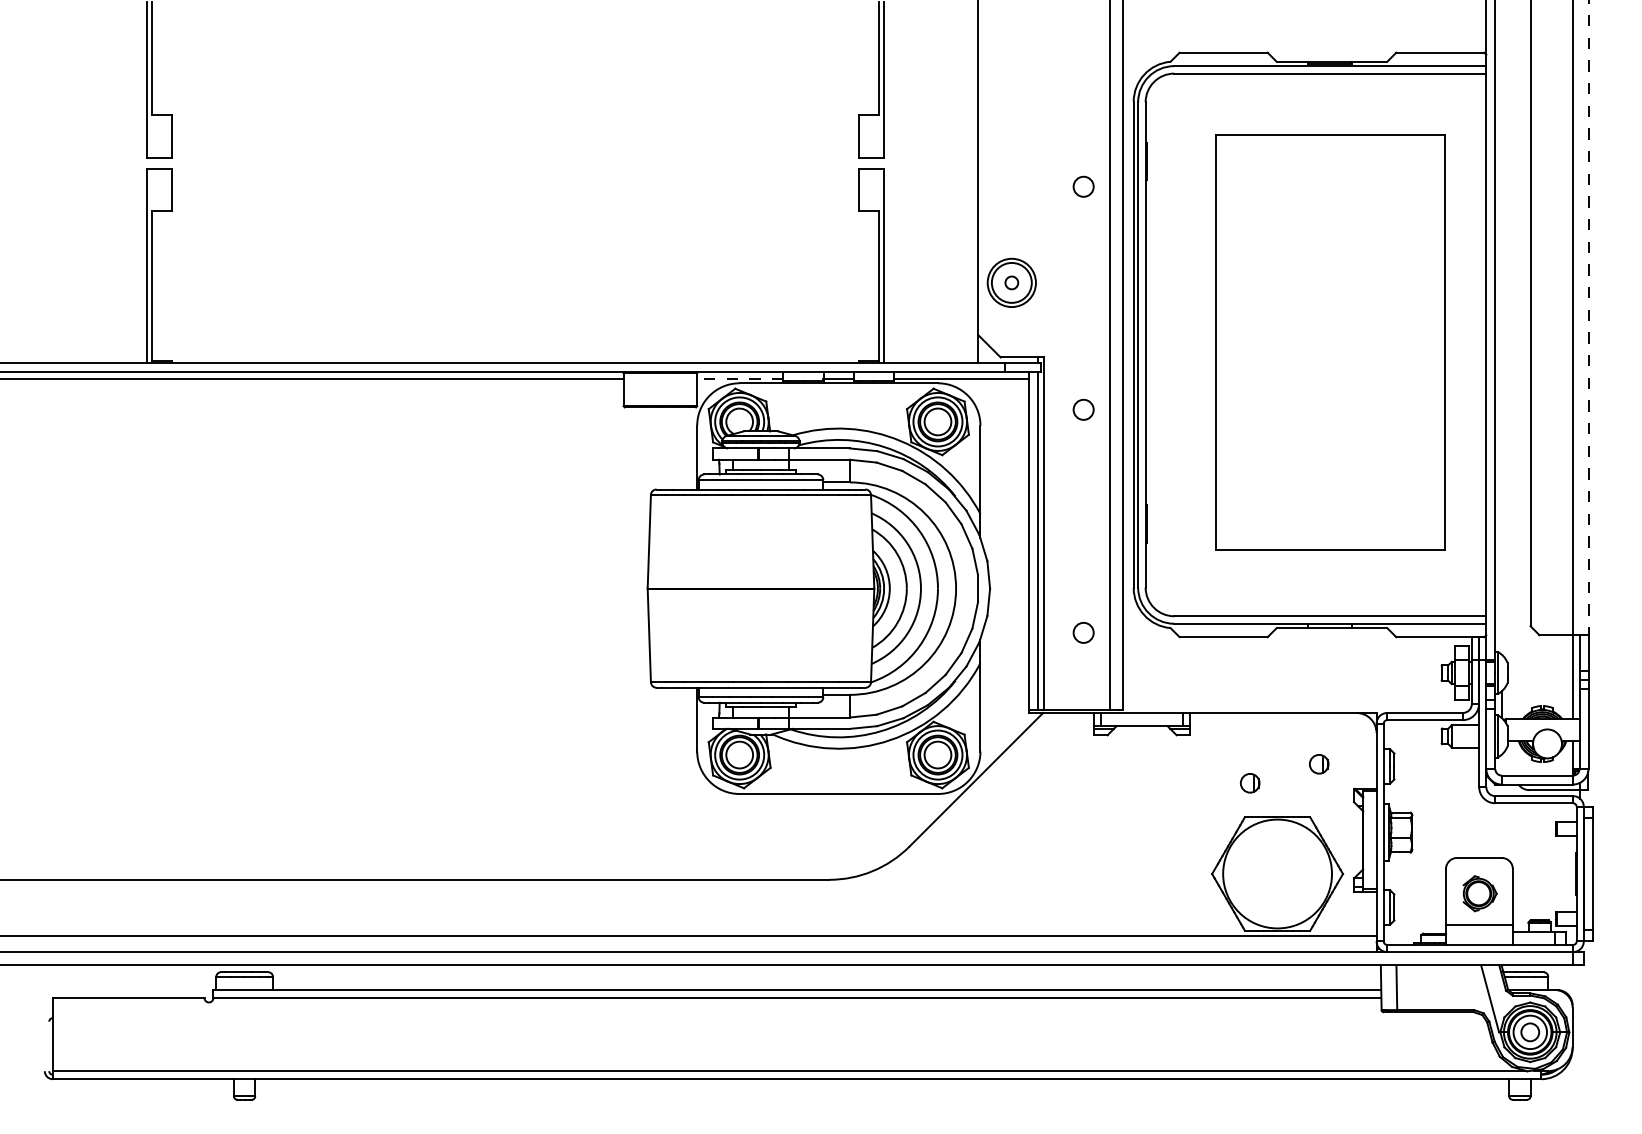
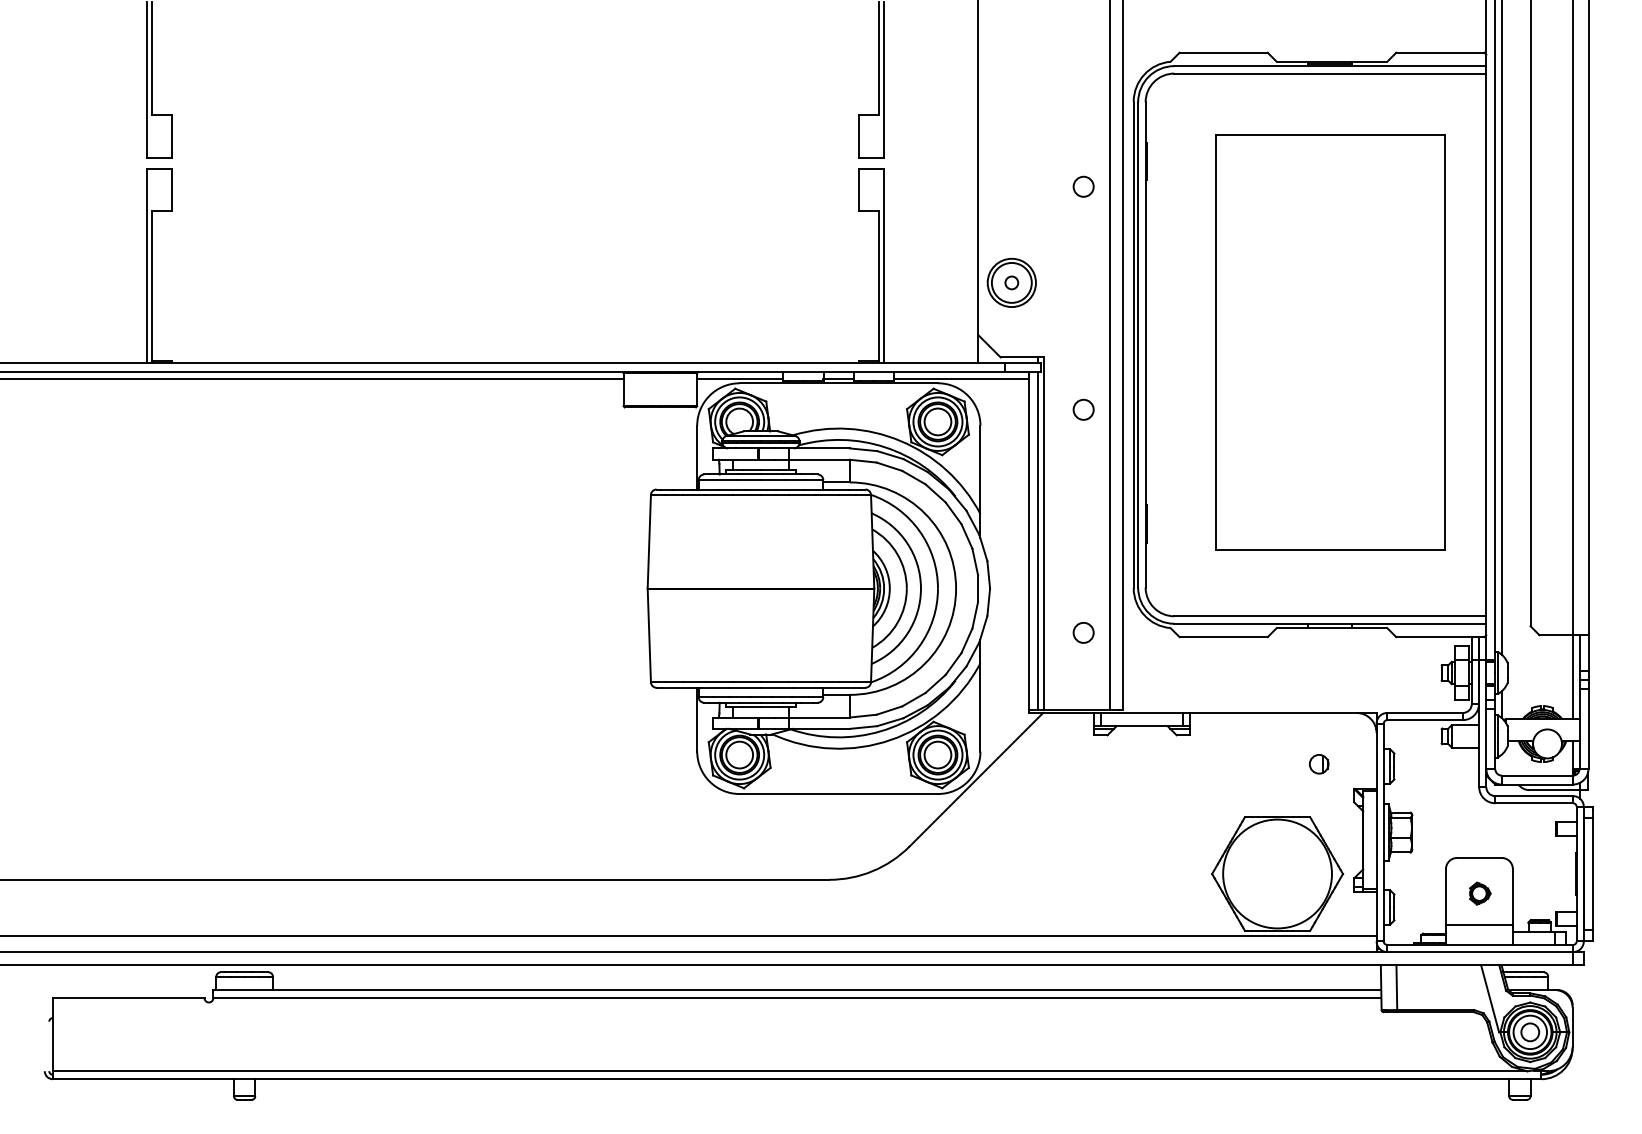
line at (1588, 318): dashed -> solid
line at (1501, 328): none -> present
line at (739, 378): dashed -> solid
part at (1250, 783): present -> none
part at (1479, 893) size: 36x38 px -> 23x25 px
